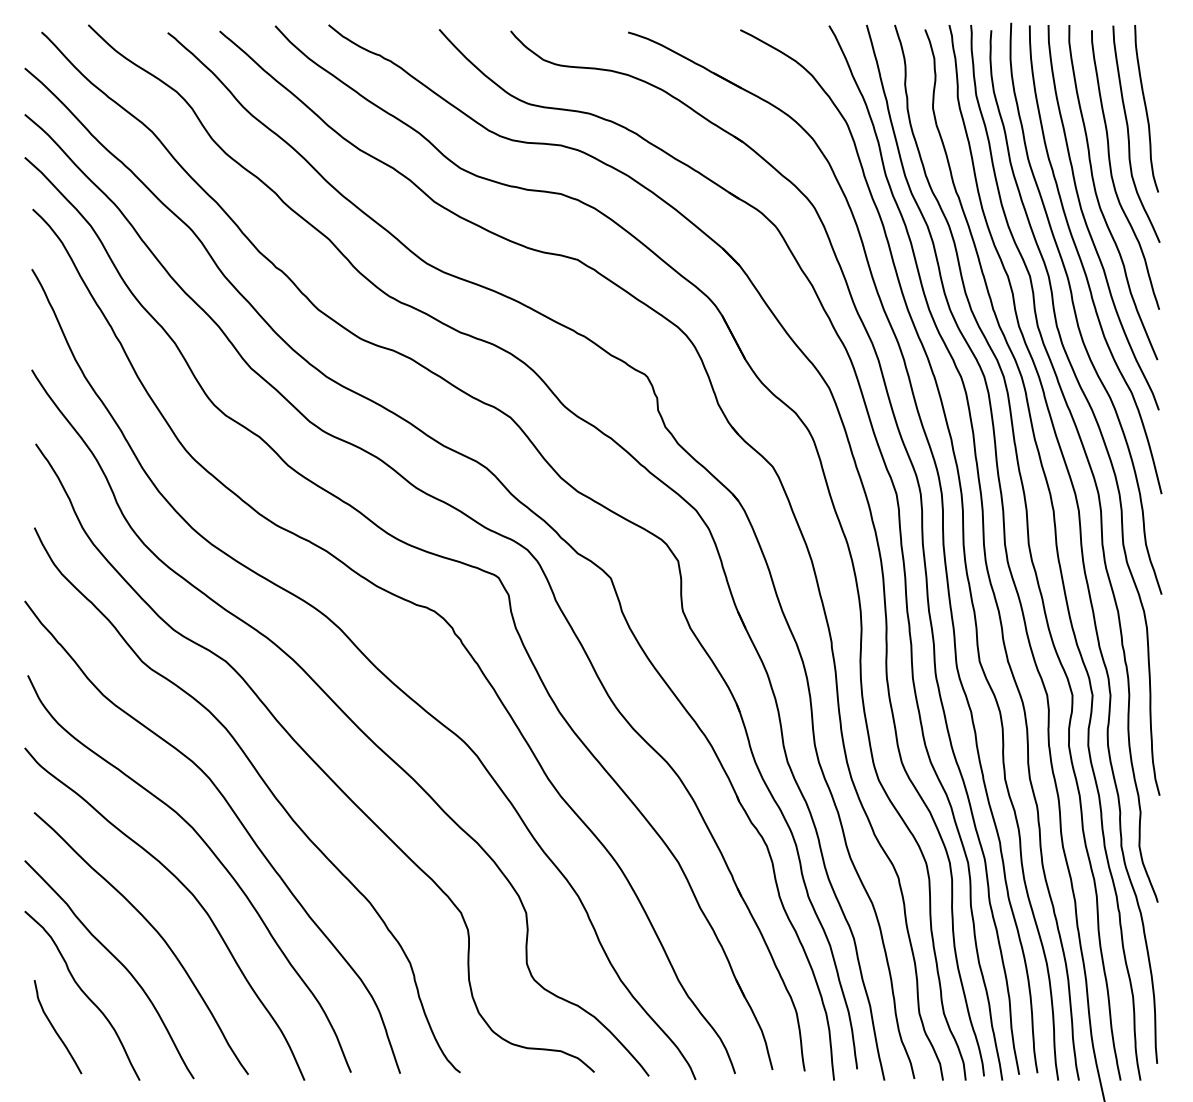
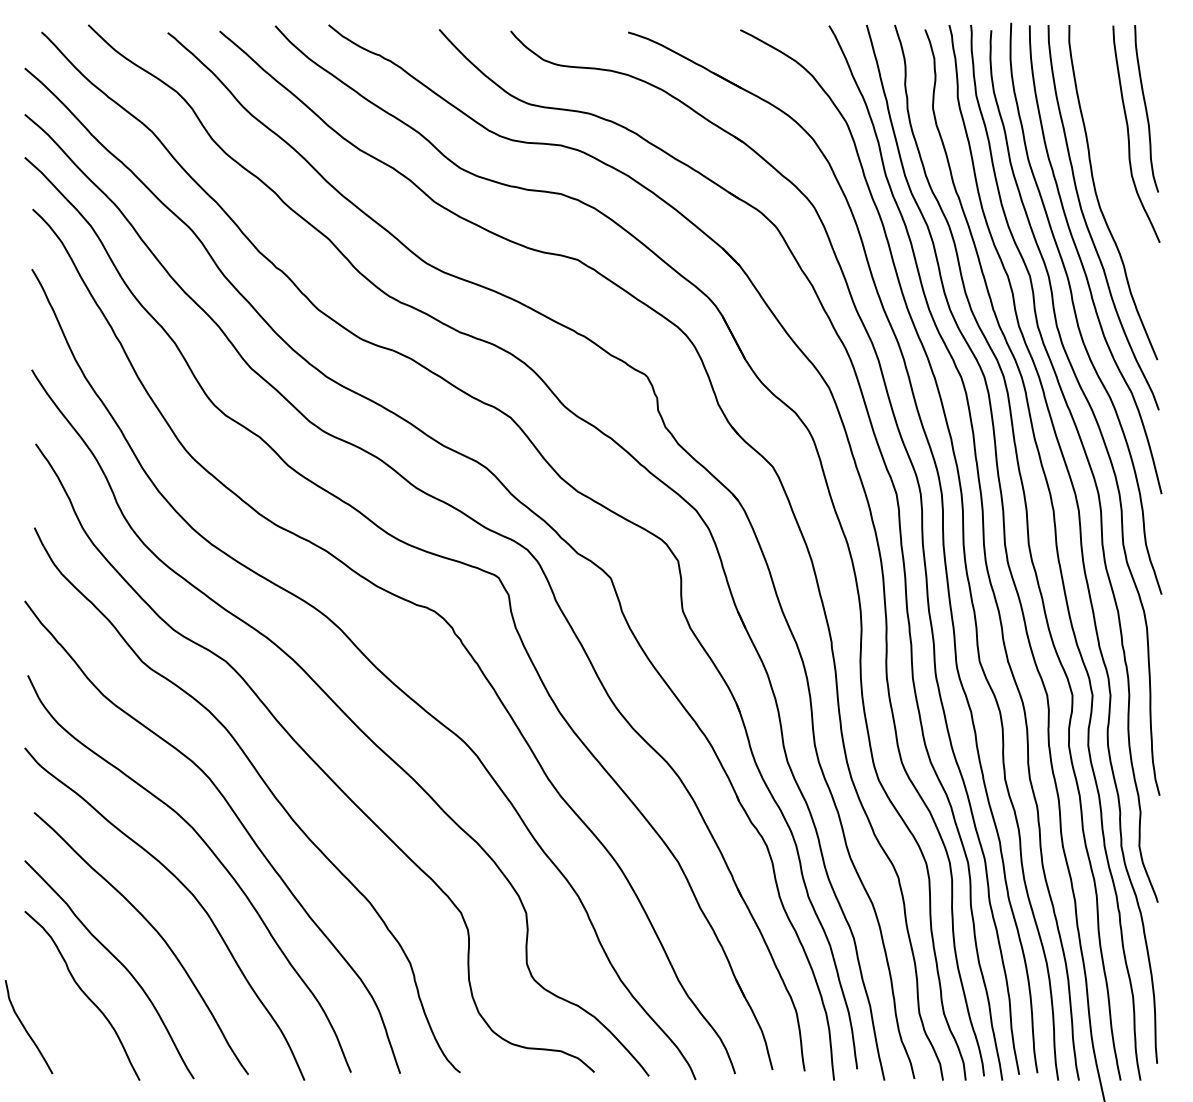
curve at (1112, 173): present -> none
curve at (55, 1029) position: (55, 1029) -> (26, 1029)
